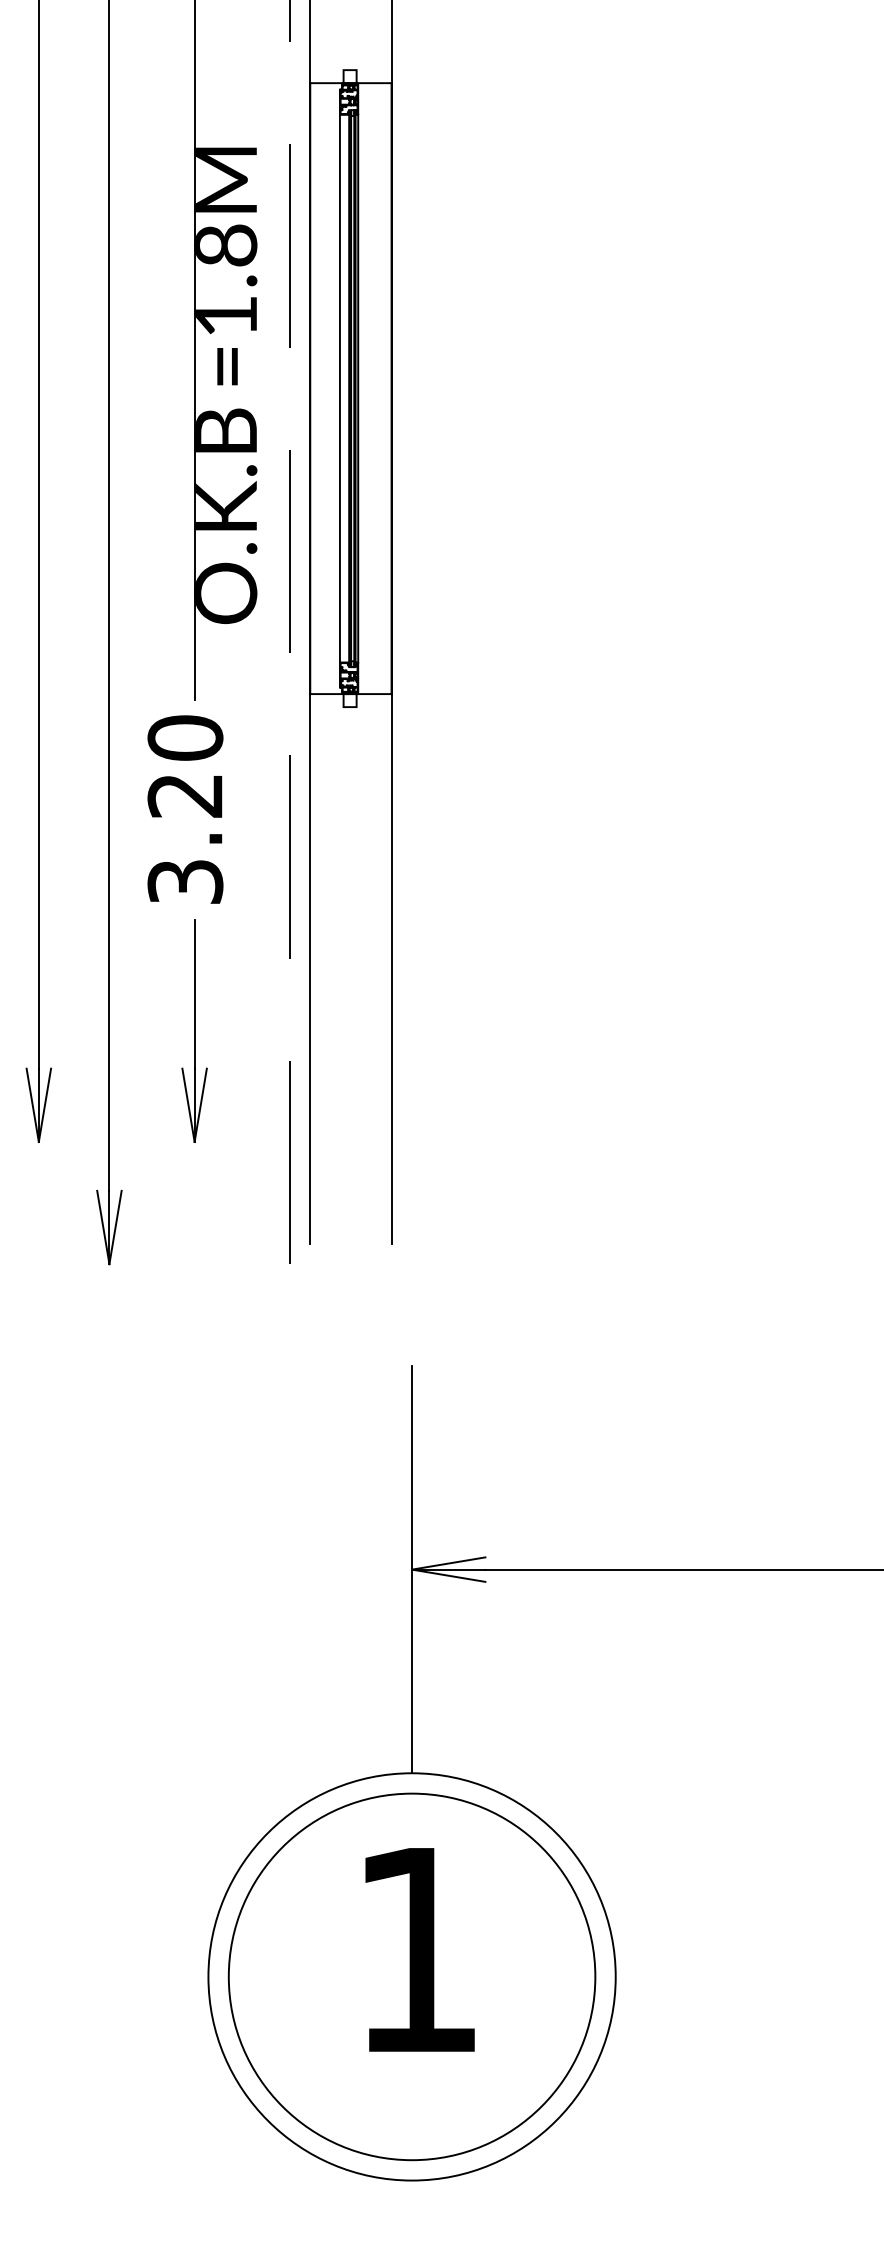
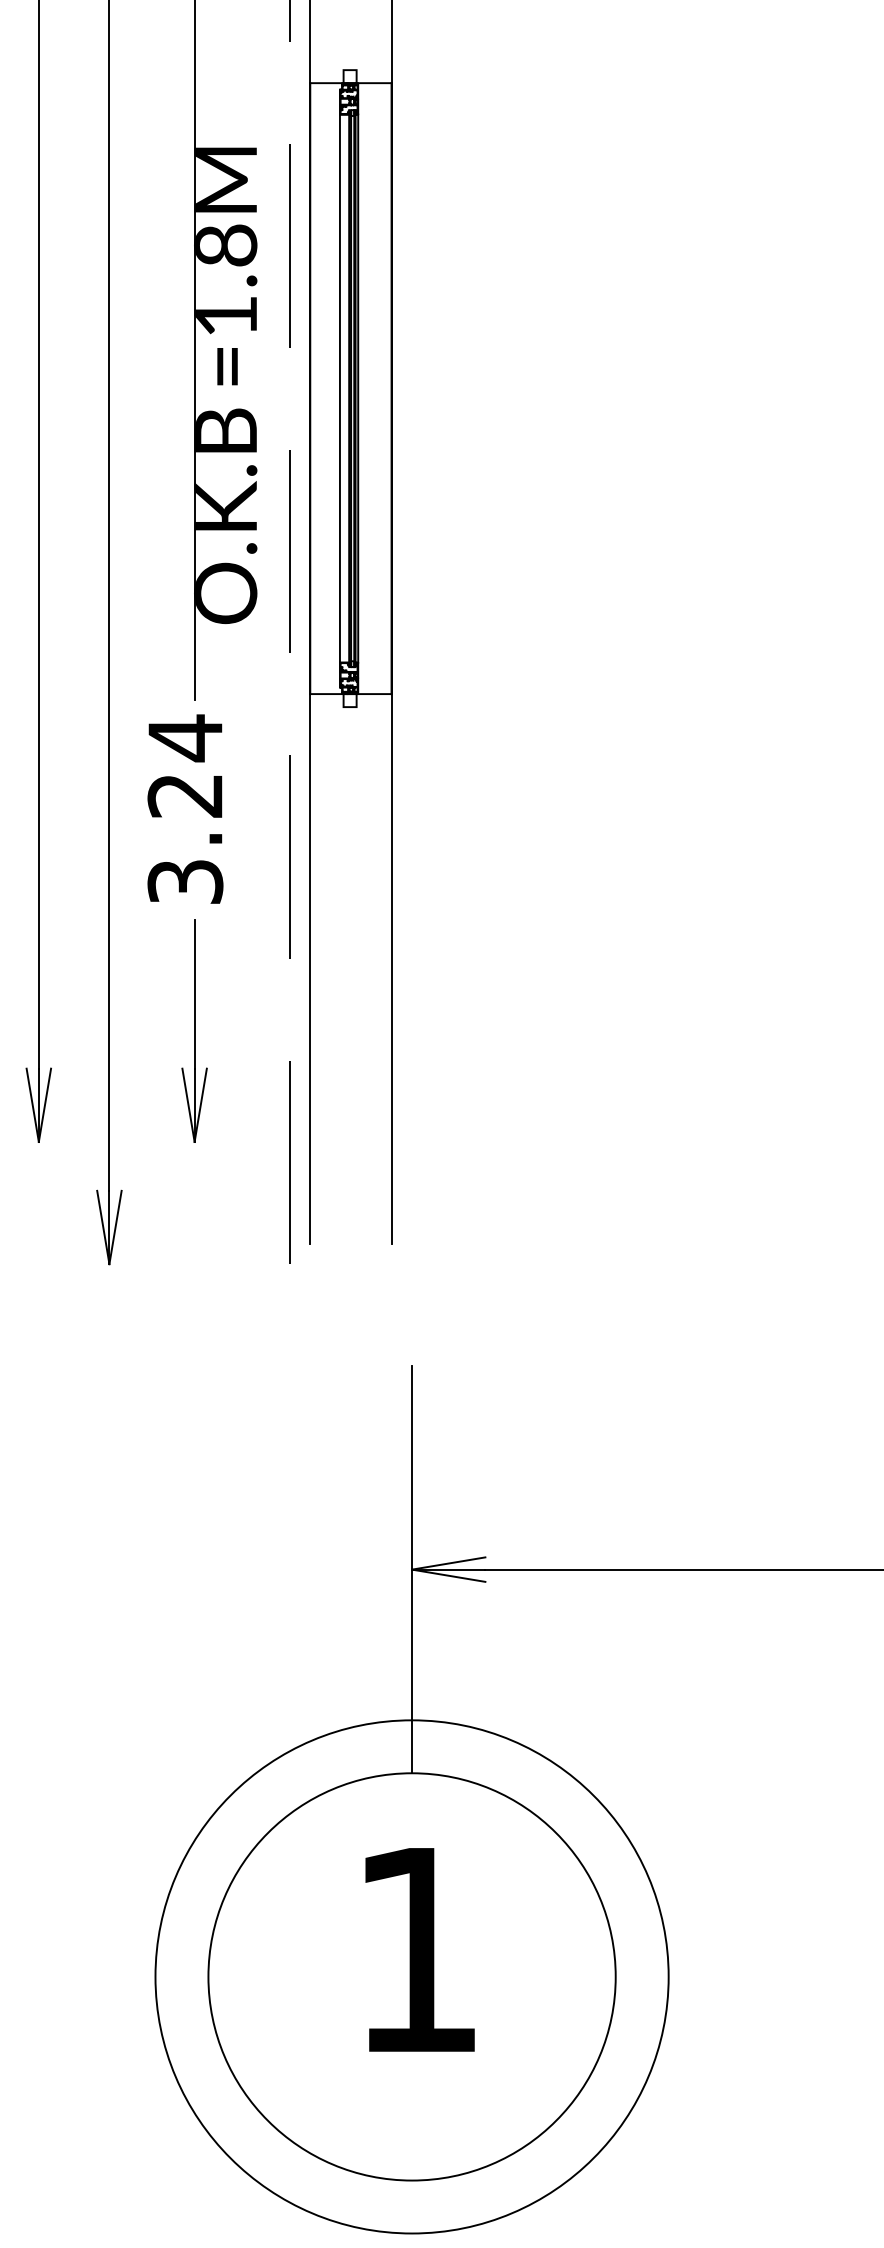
text at (185, 738): 3.20 -> 3.24
circle at (411, 1976) diameter: 367 px -> 513 px
